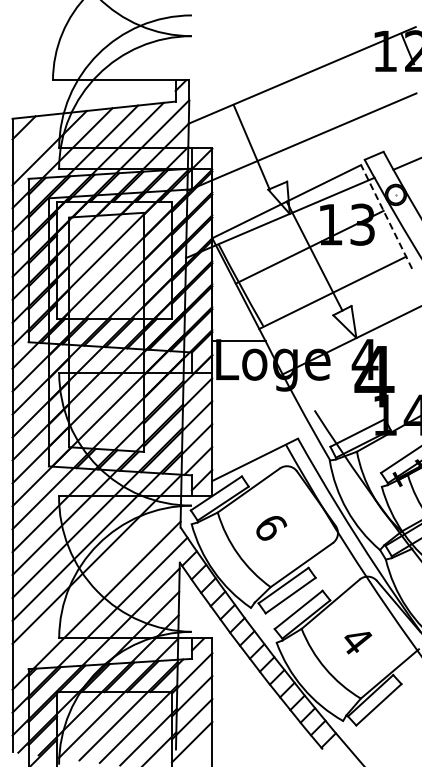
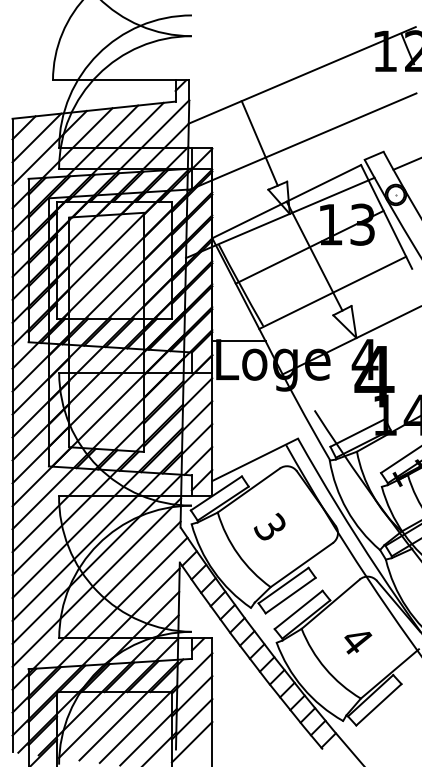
line at (36, 137): none -> present
line at (251, 147) position: (251, 147) -> (259, 143)
line at (386, 216): dashed -> solid
text at (270, 526): 6 -> 3
line at (96, 582): none -> present
